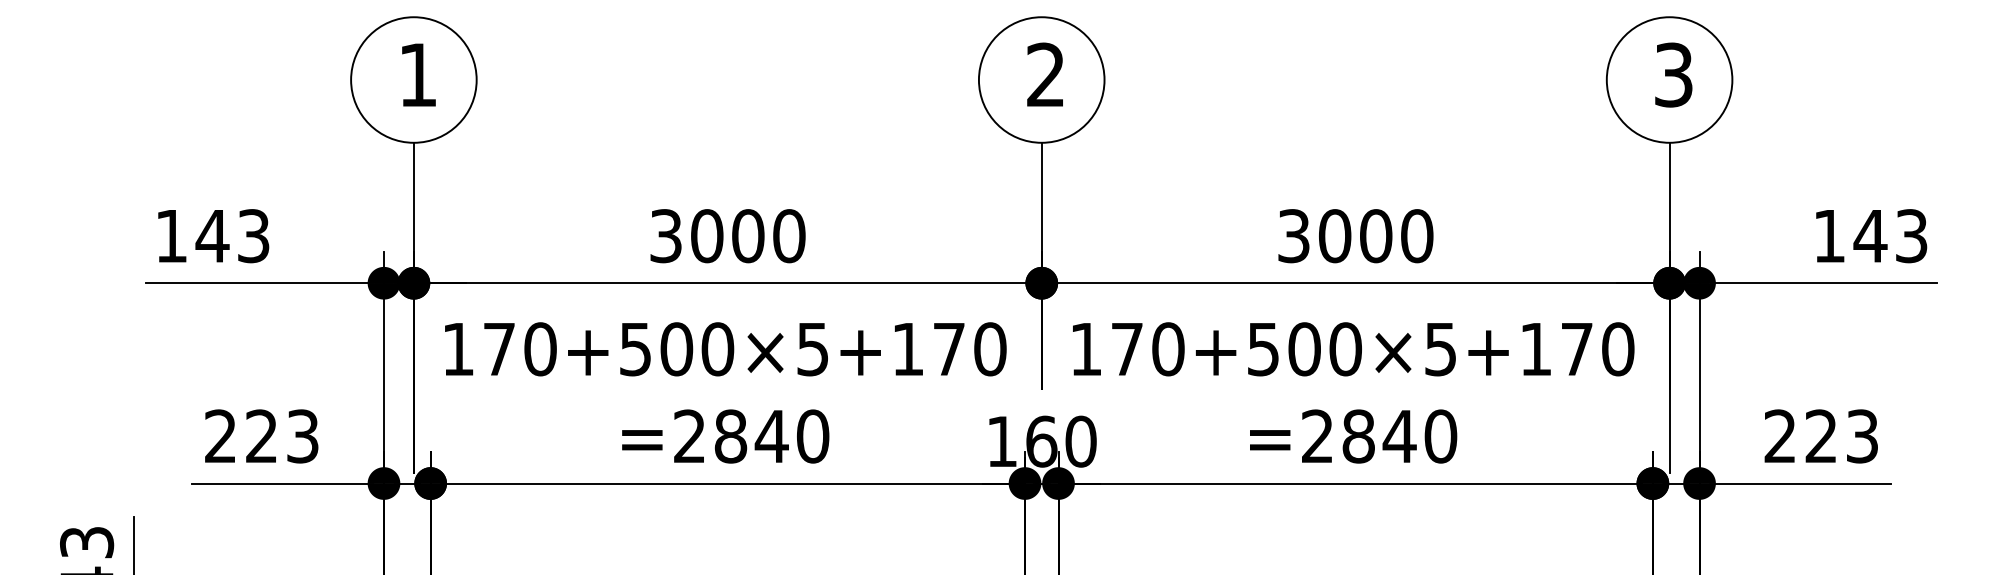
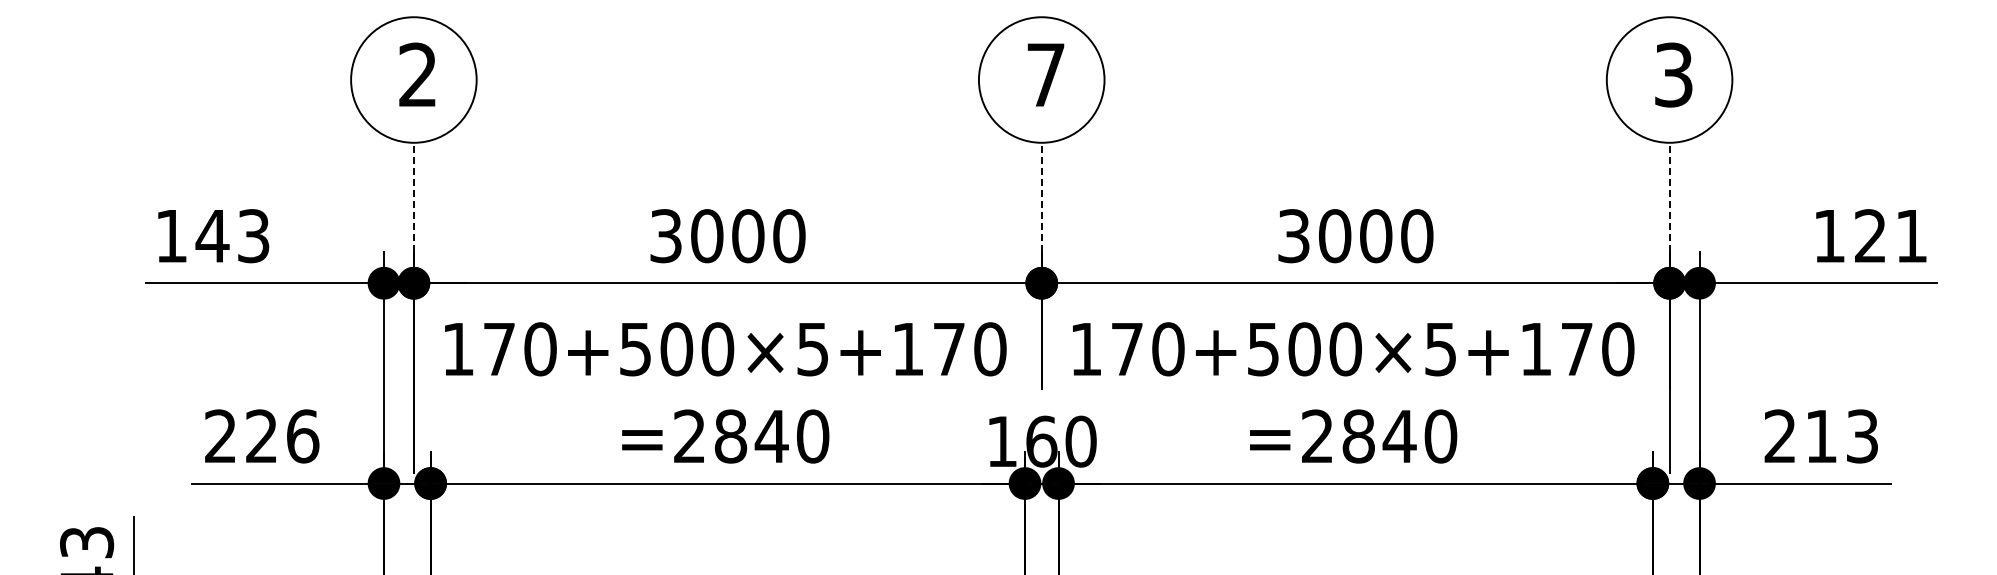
text at (417, 74): 1 -> 2
text at (1045, 74): 2 -> 7
line at (413, 197): solid -> dashed
line at (1041, 197): solid -> dashed
line at (1669, 197): solid -> dashed
text at (1890, 236): 143 -> 121
text at (1820, 435): 223 -> 213
text at (303, 436): 223 -> 226
